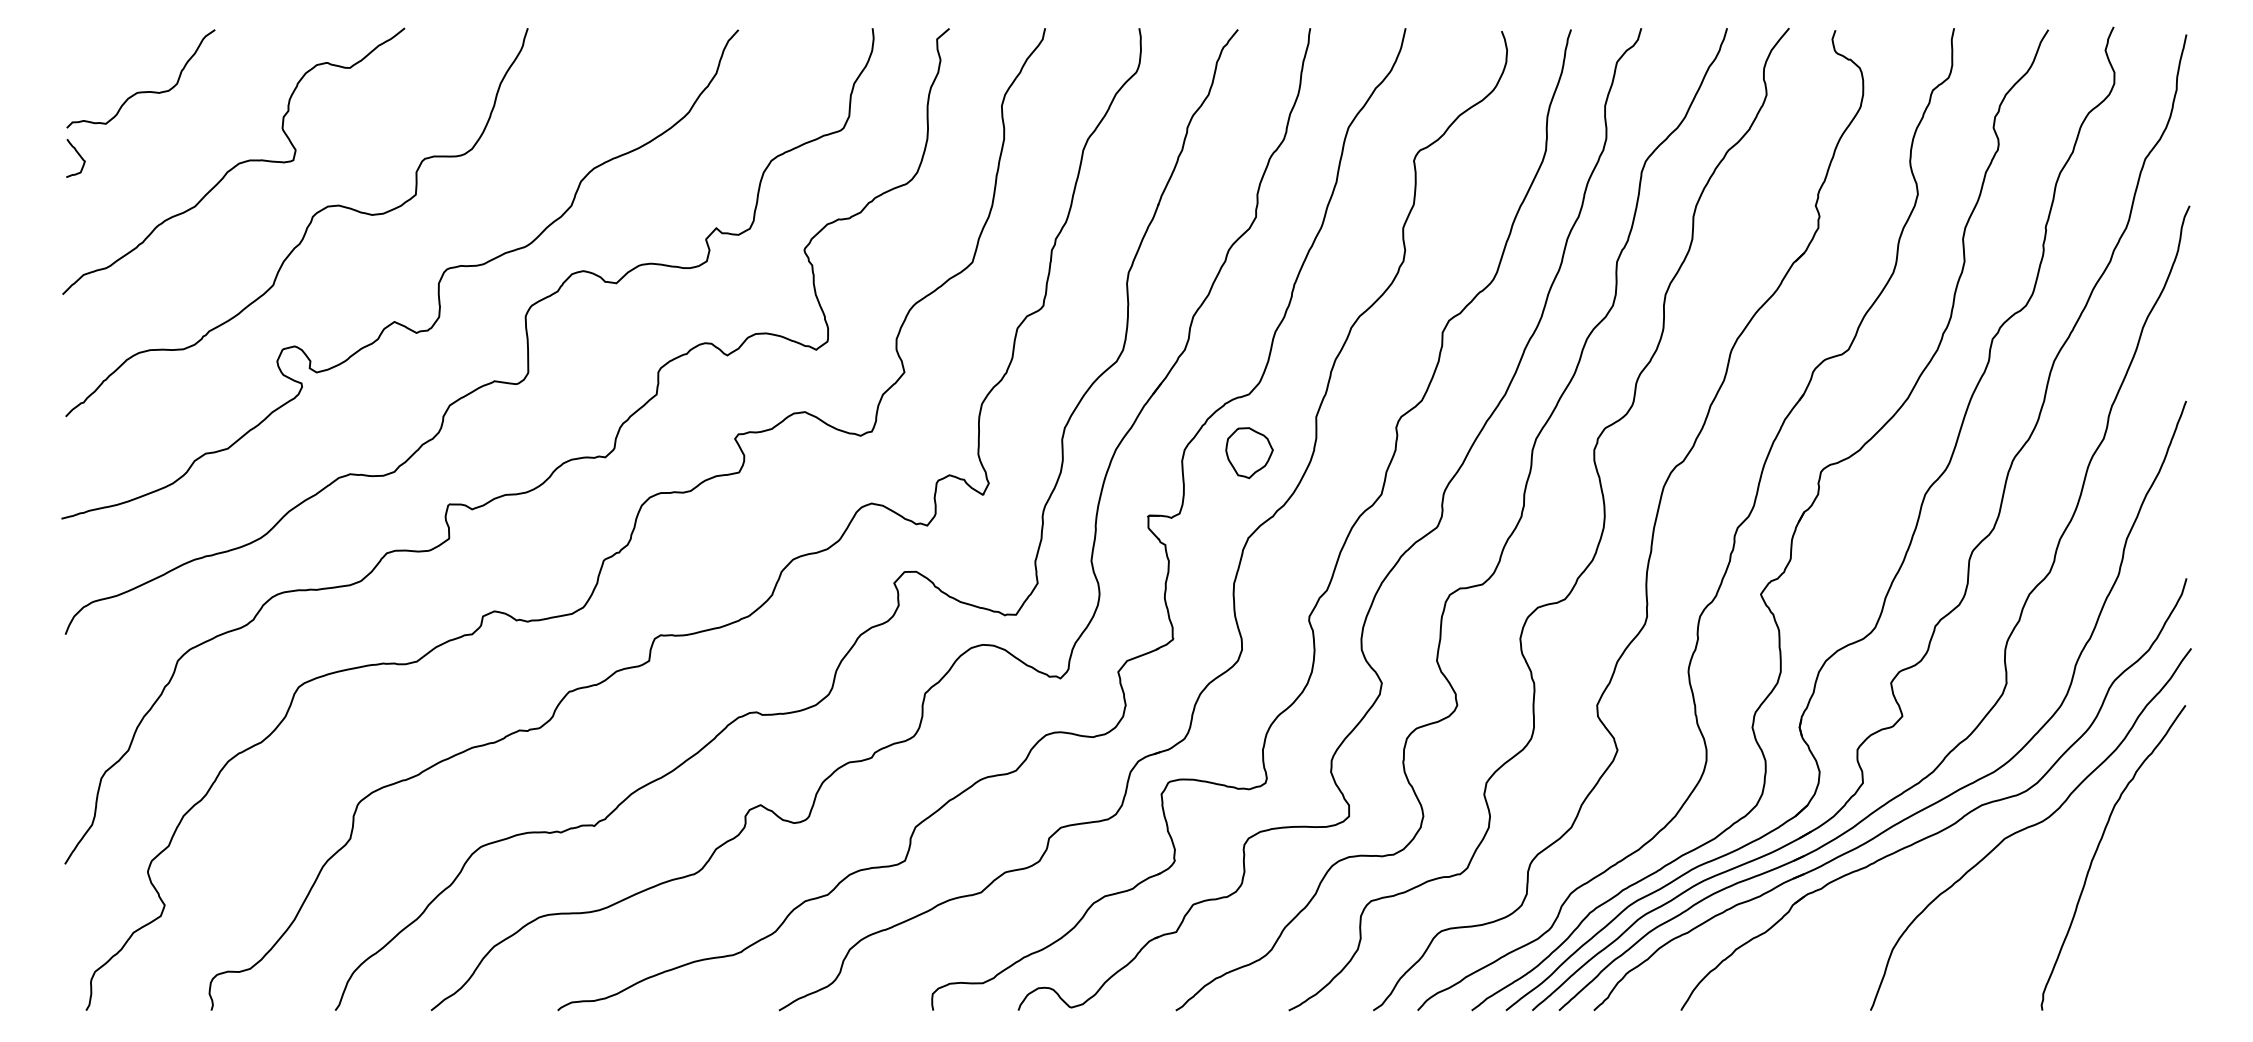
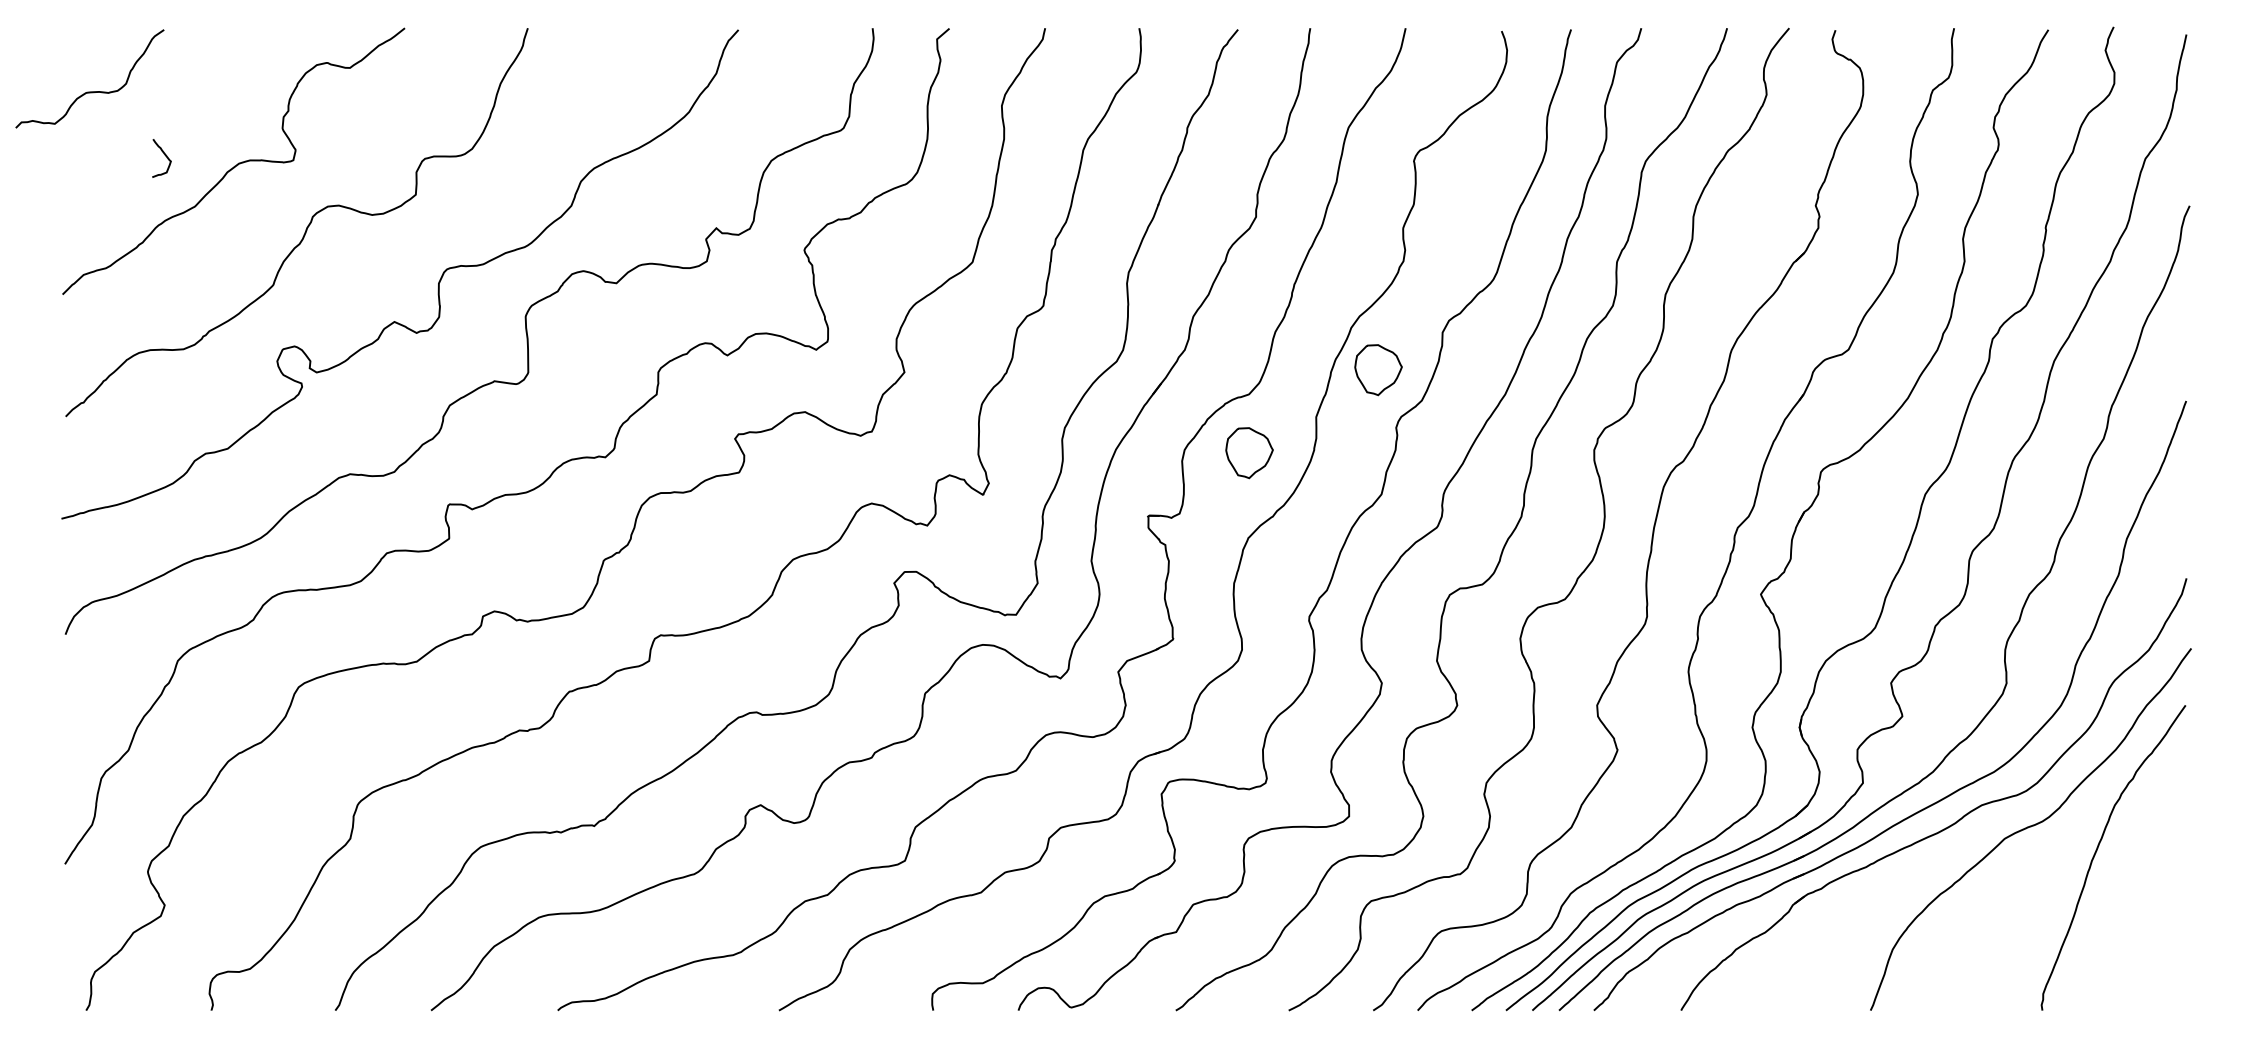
curve at (140, 91) position: (140, 91) -> (89, 91)
curve at (78, 155) position: (78, 155) -> (164, 155)
part at (1378, 370): none -> present
